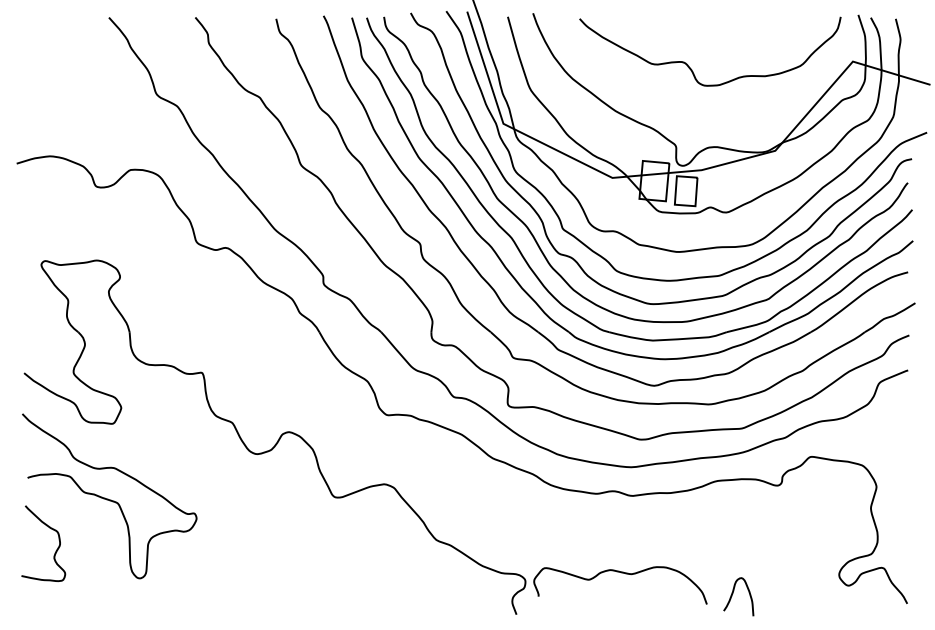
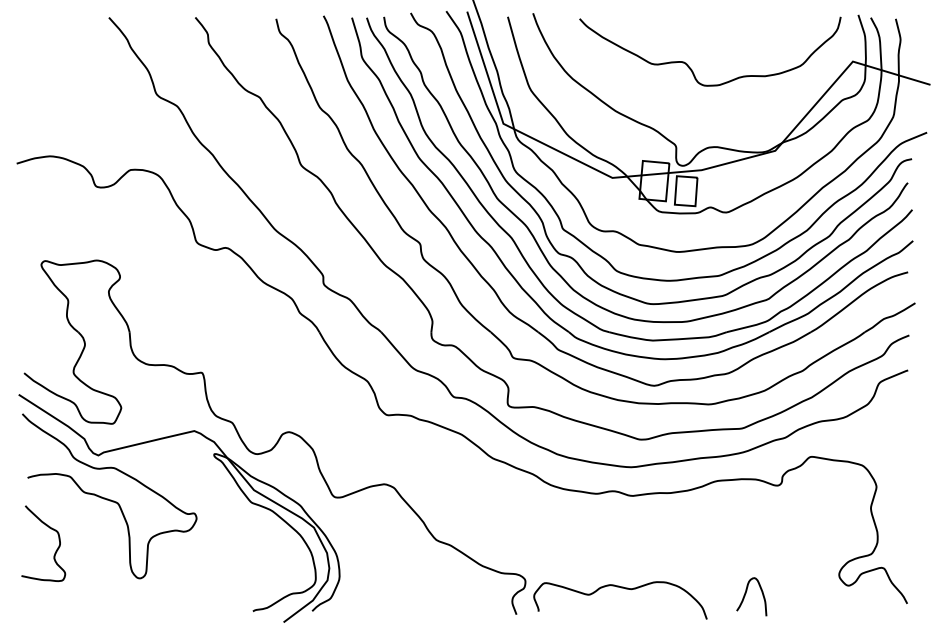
part at (229, 474): none -> present
curve at (621, 573) position: (621, 573) -> (621, 588)
curve at (733, 593) position: (733, 593) -> (746, 593)
